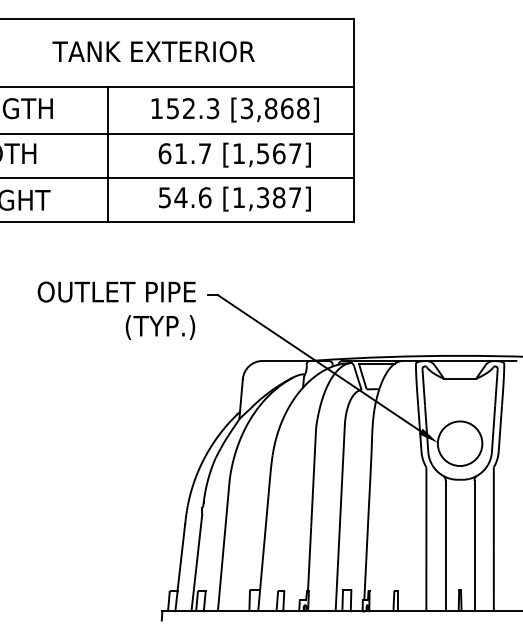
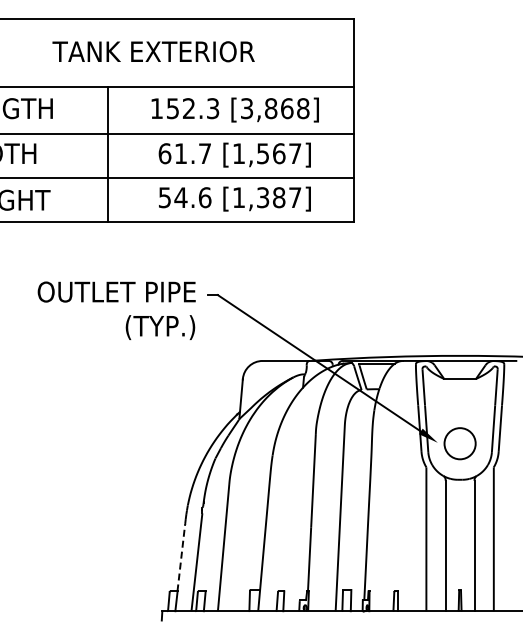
circle at (459, 443) diameter: 45 px -> 31 px
line at (181, 557): solid -> dashed
